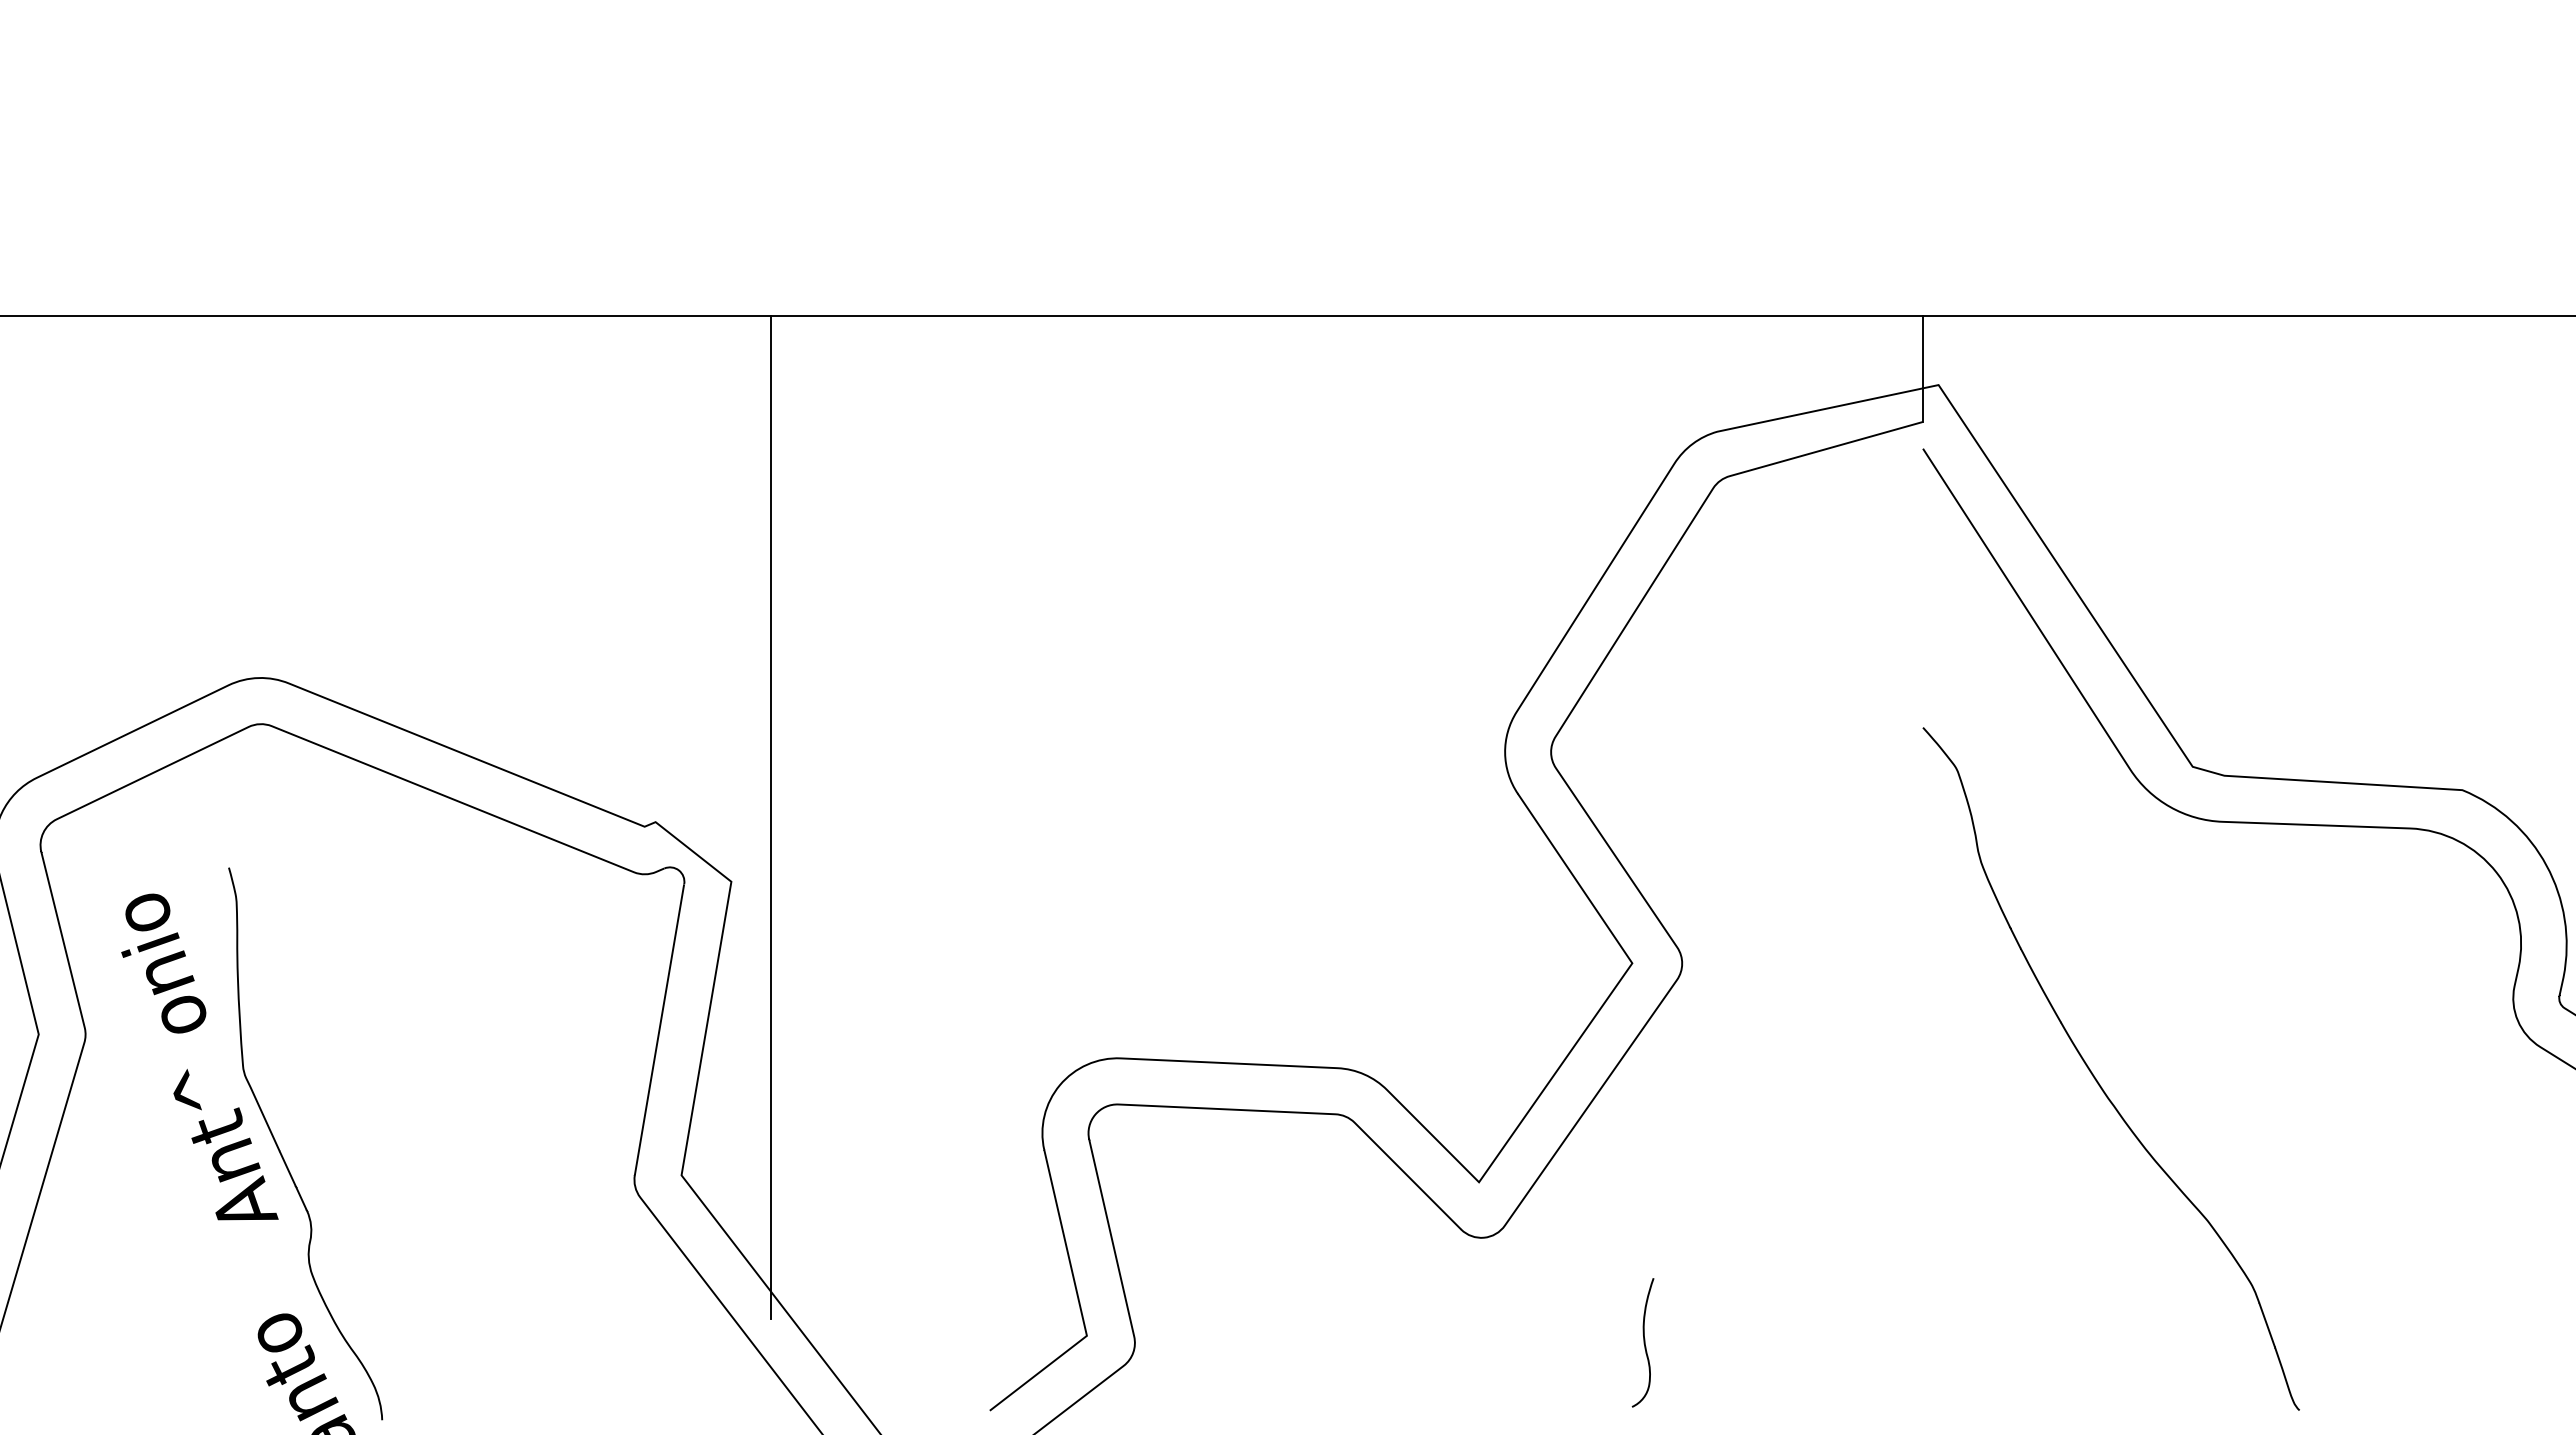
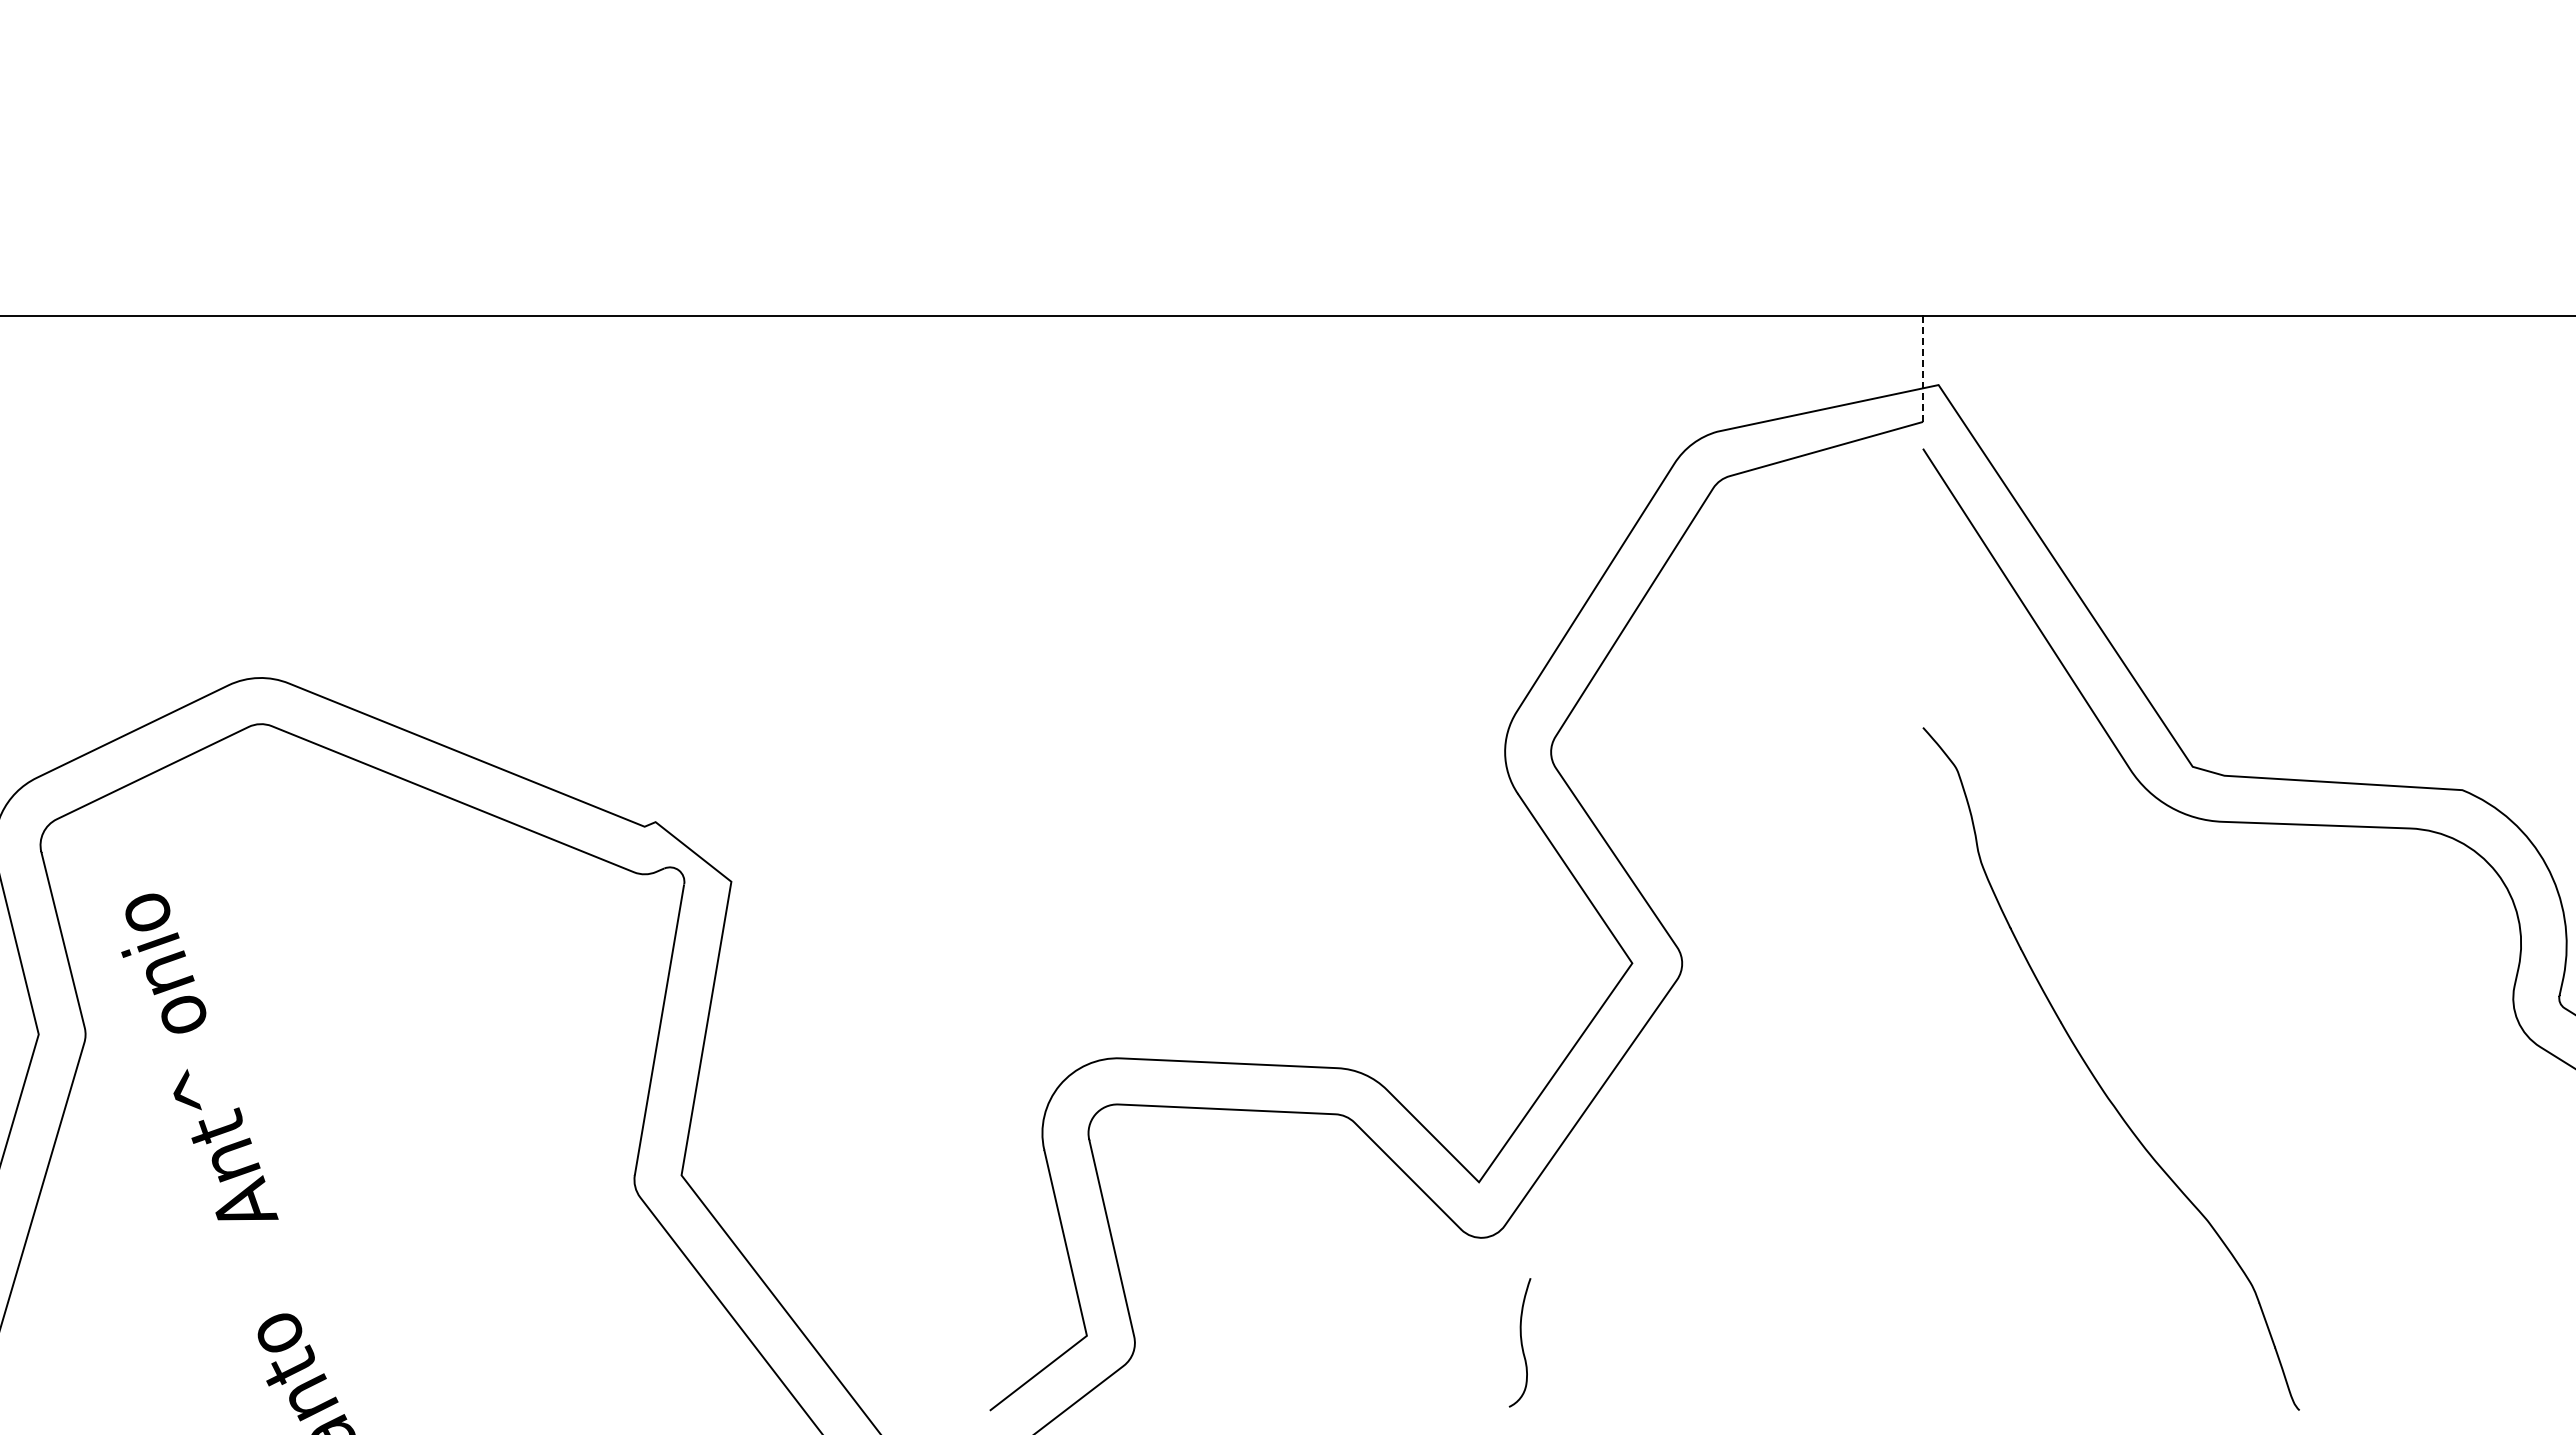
line at (1923, 368): solid -> dashed
line at (770, 817): present -> none
curve at (282, 1154): present -> none
curve at (1643, 1342) position: (1643, 1342) -> (1520, 1342)
